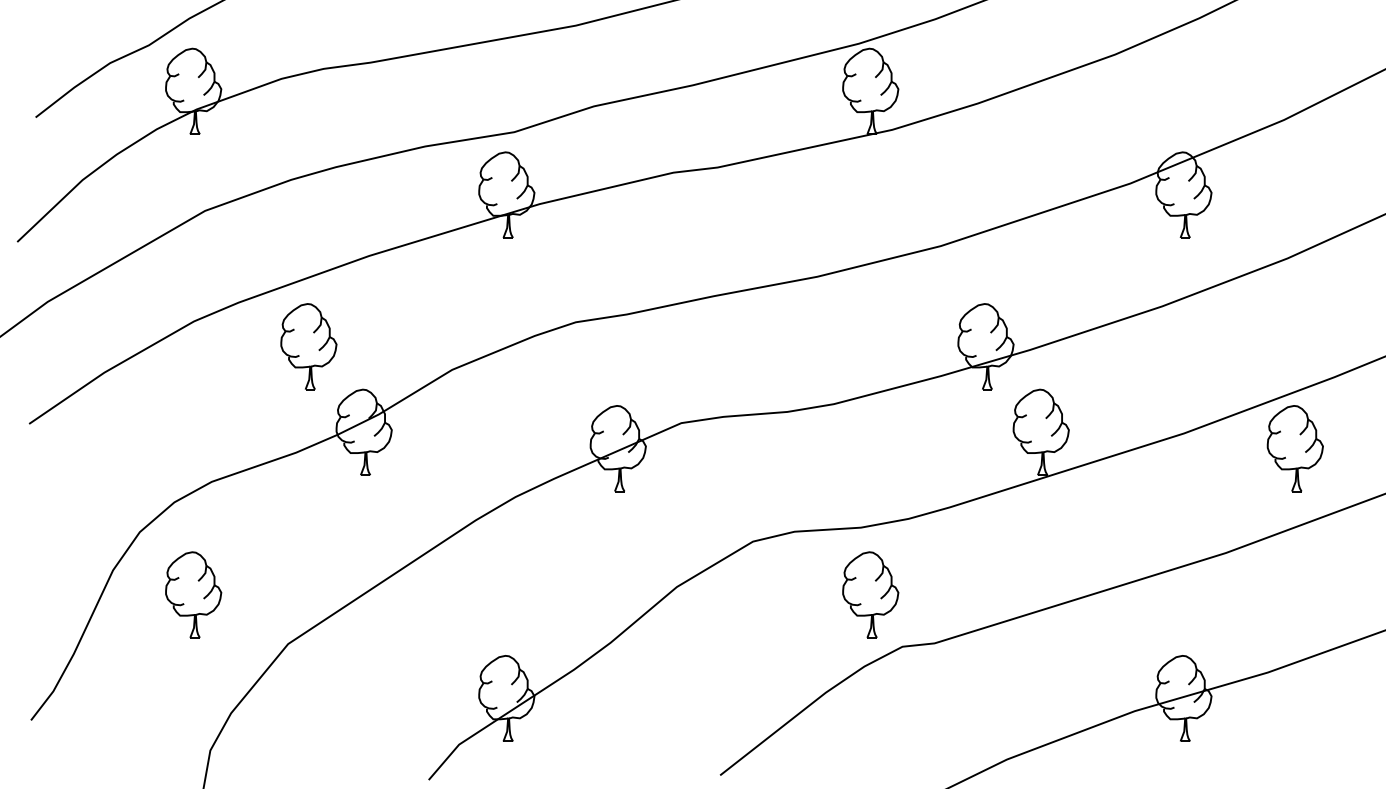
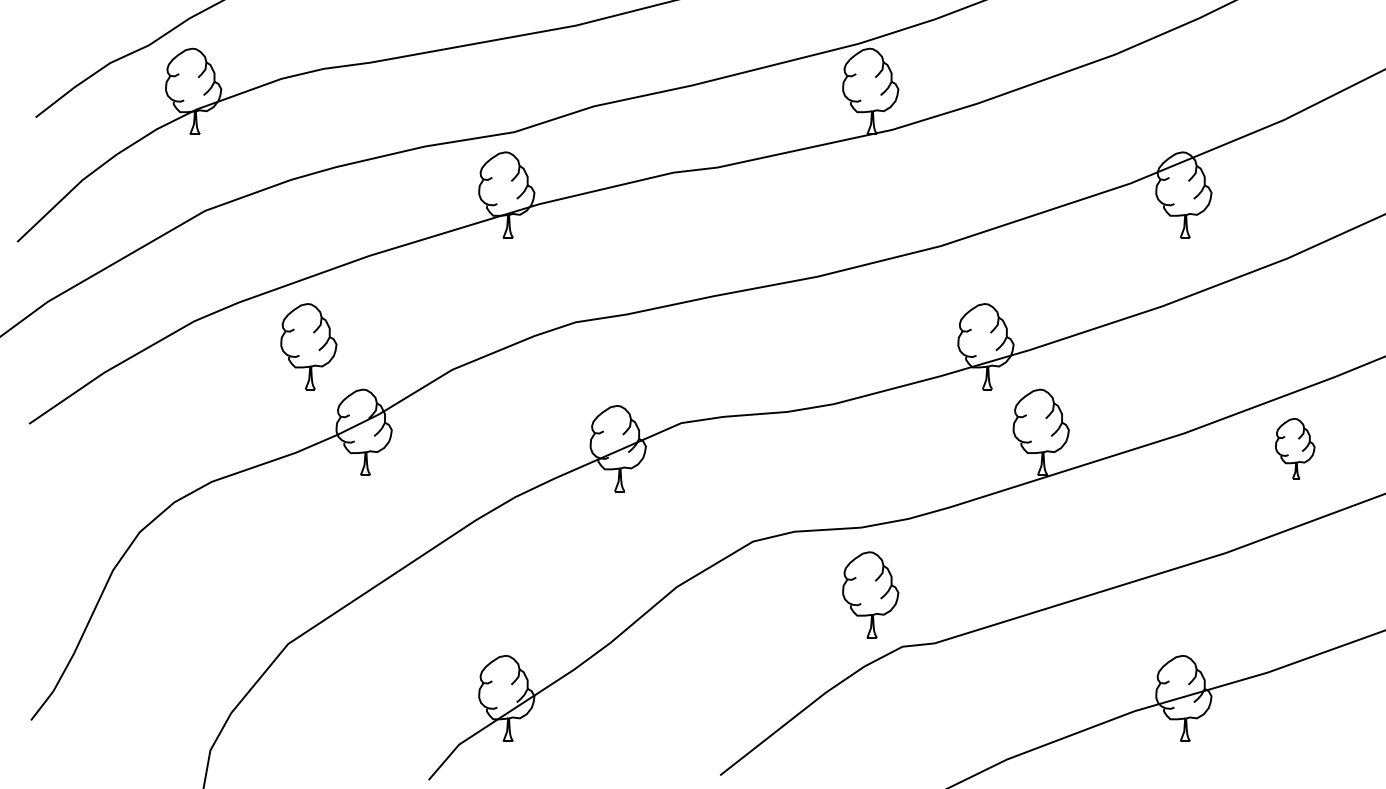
part at (1294, 448) size: 58x88 px -> 41x62 px
part at (193, 594): present -> none
